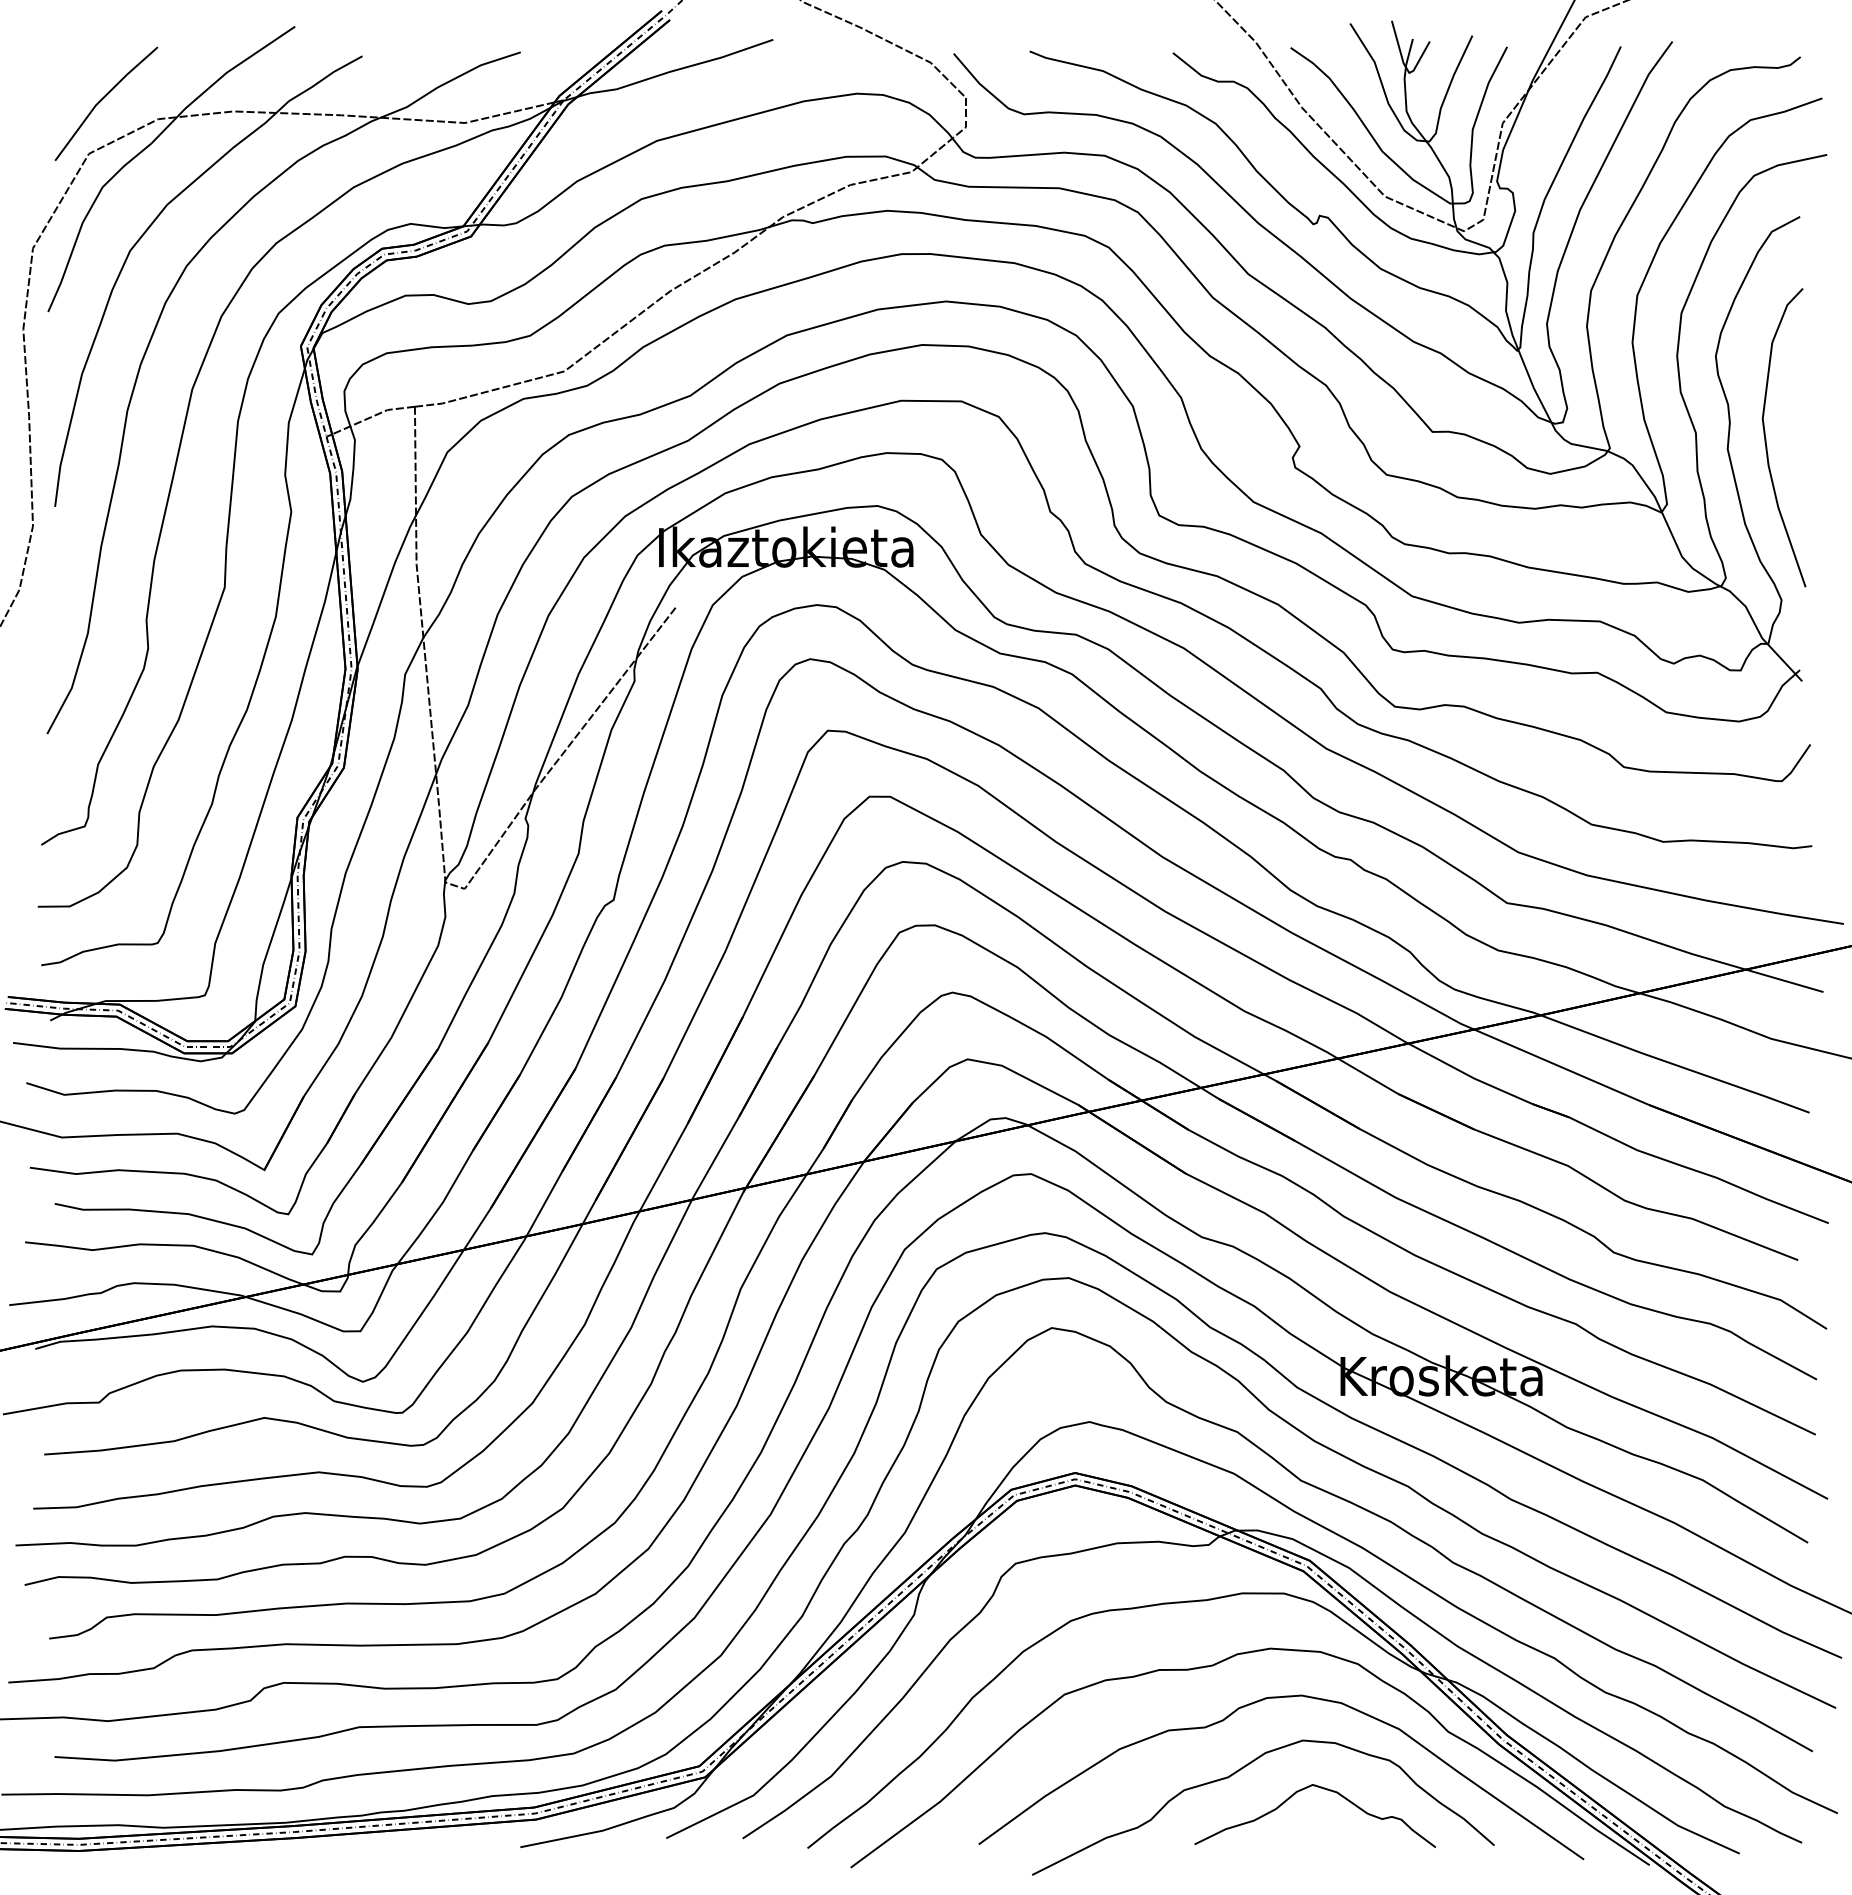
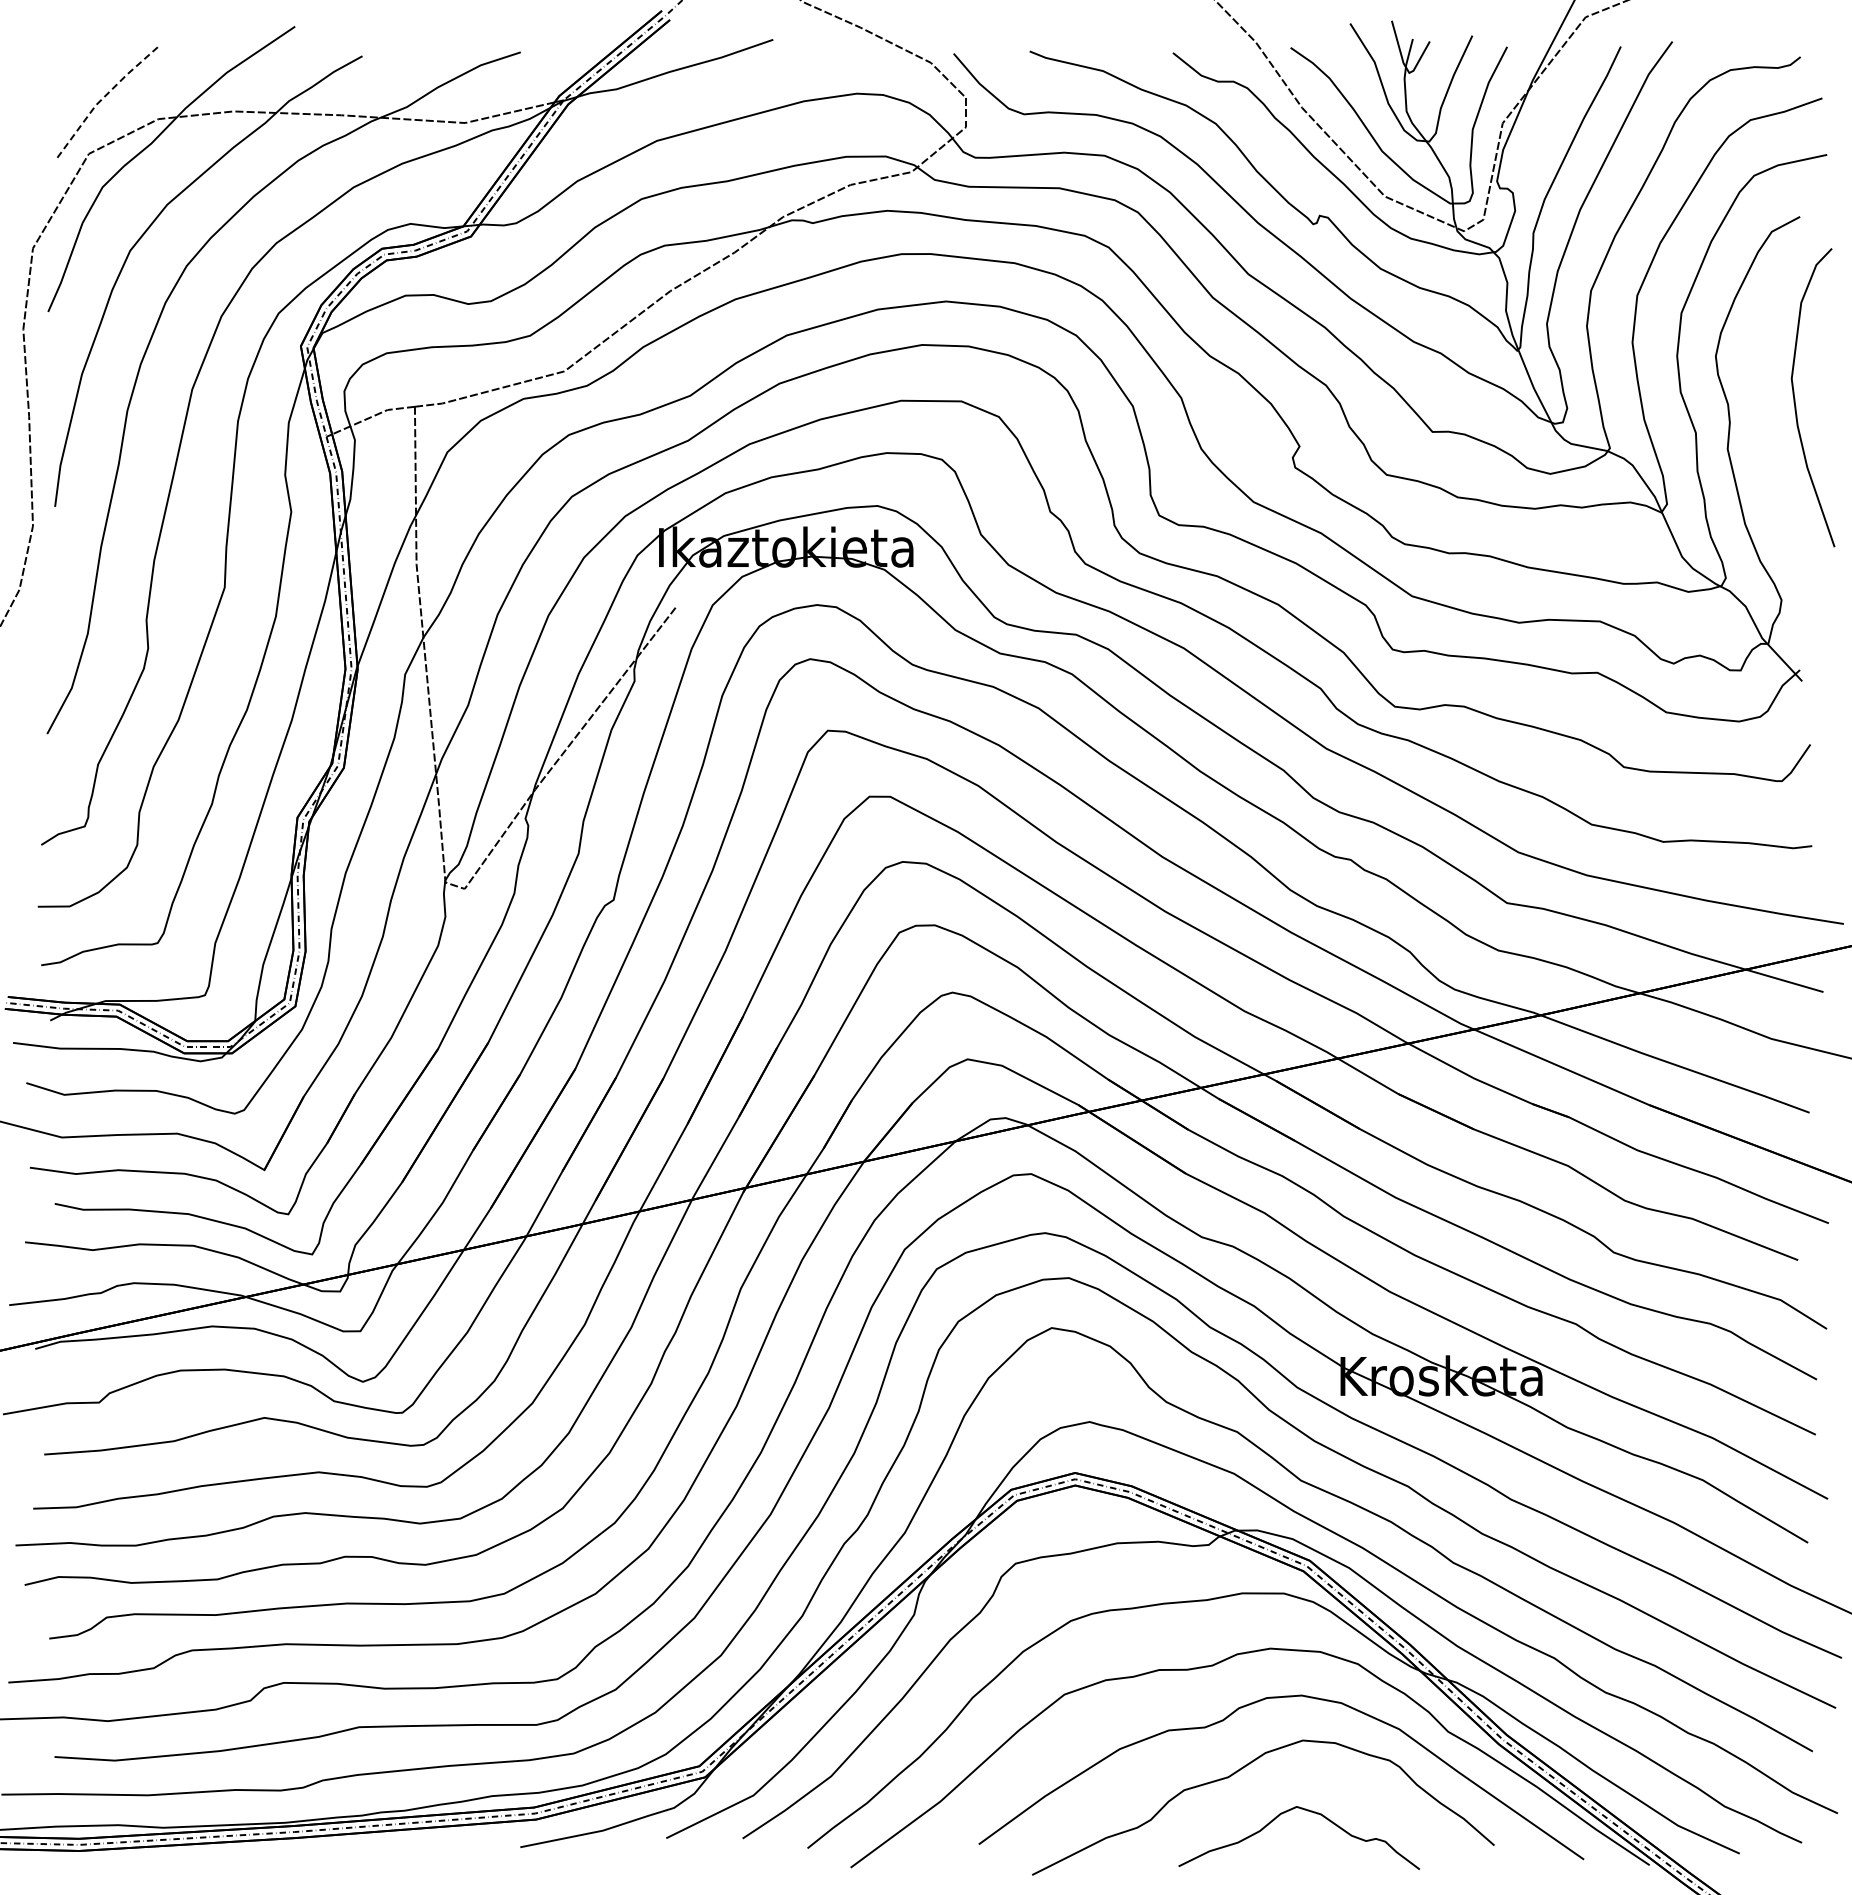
line at (101, 99): solid -> dashed
curve at (1766, 438) position: (1766, 438) -> (1795, 398)
curve at (1323, 1789) position: (1323, 1789) -> (1307, 1811)
